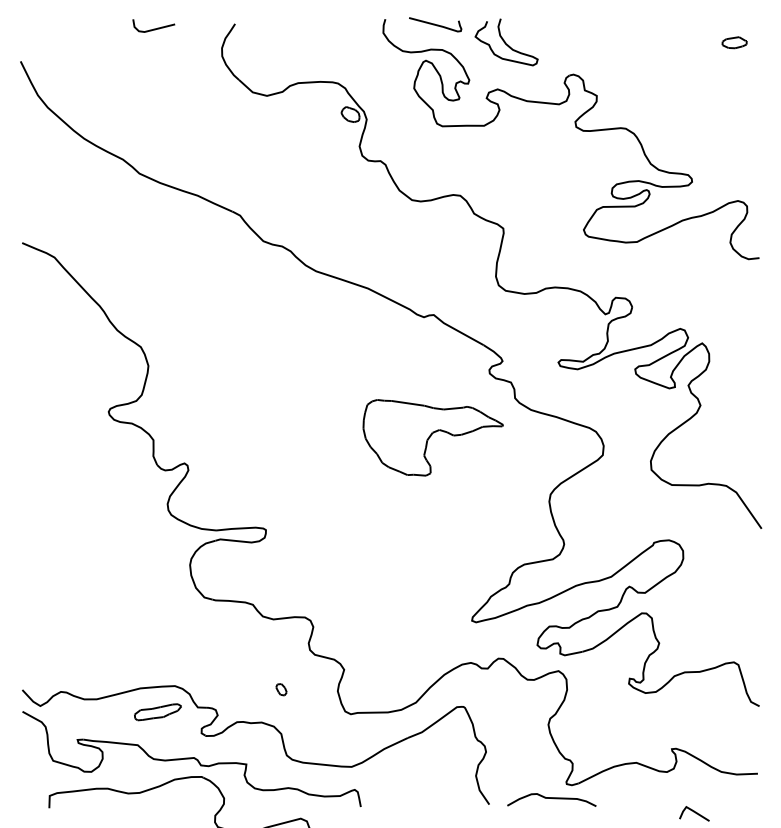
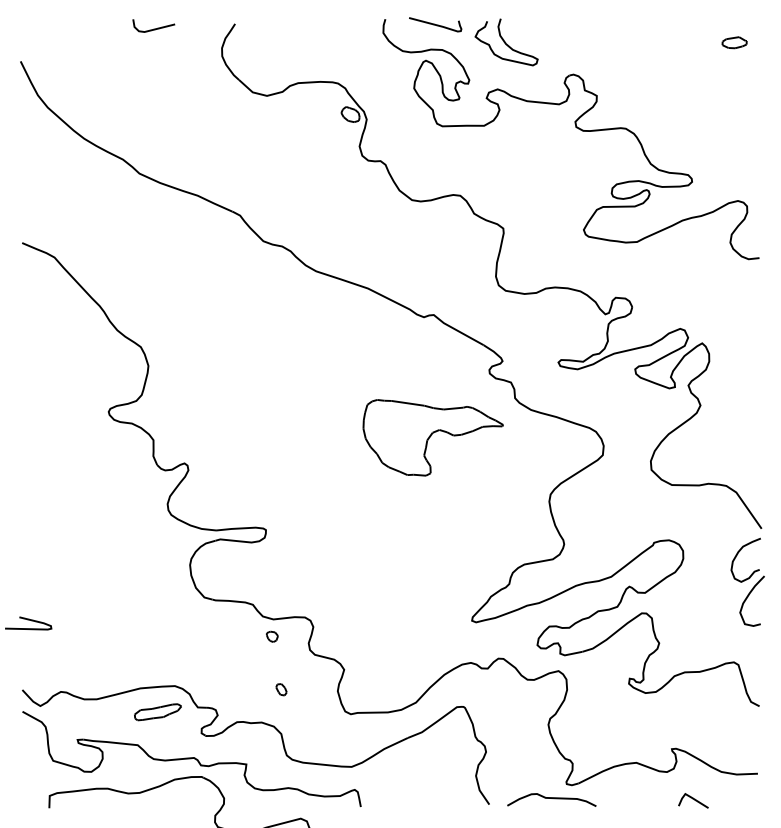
part at (747, 581): none -> present
curve at (28, 620): none -> present
part at (272, 636): none -> present
line at (694, 812) position: (694, 812) -> (693, 799)
